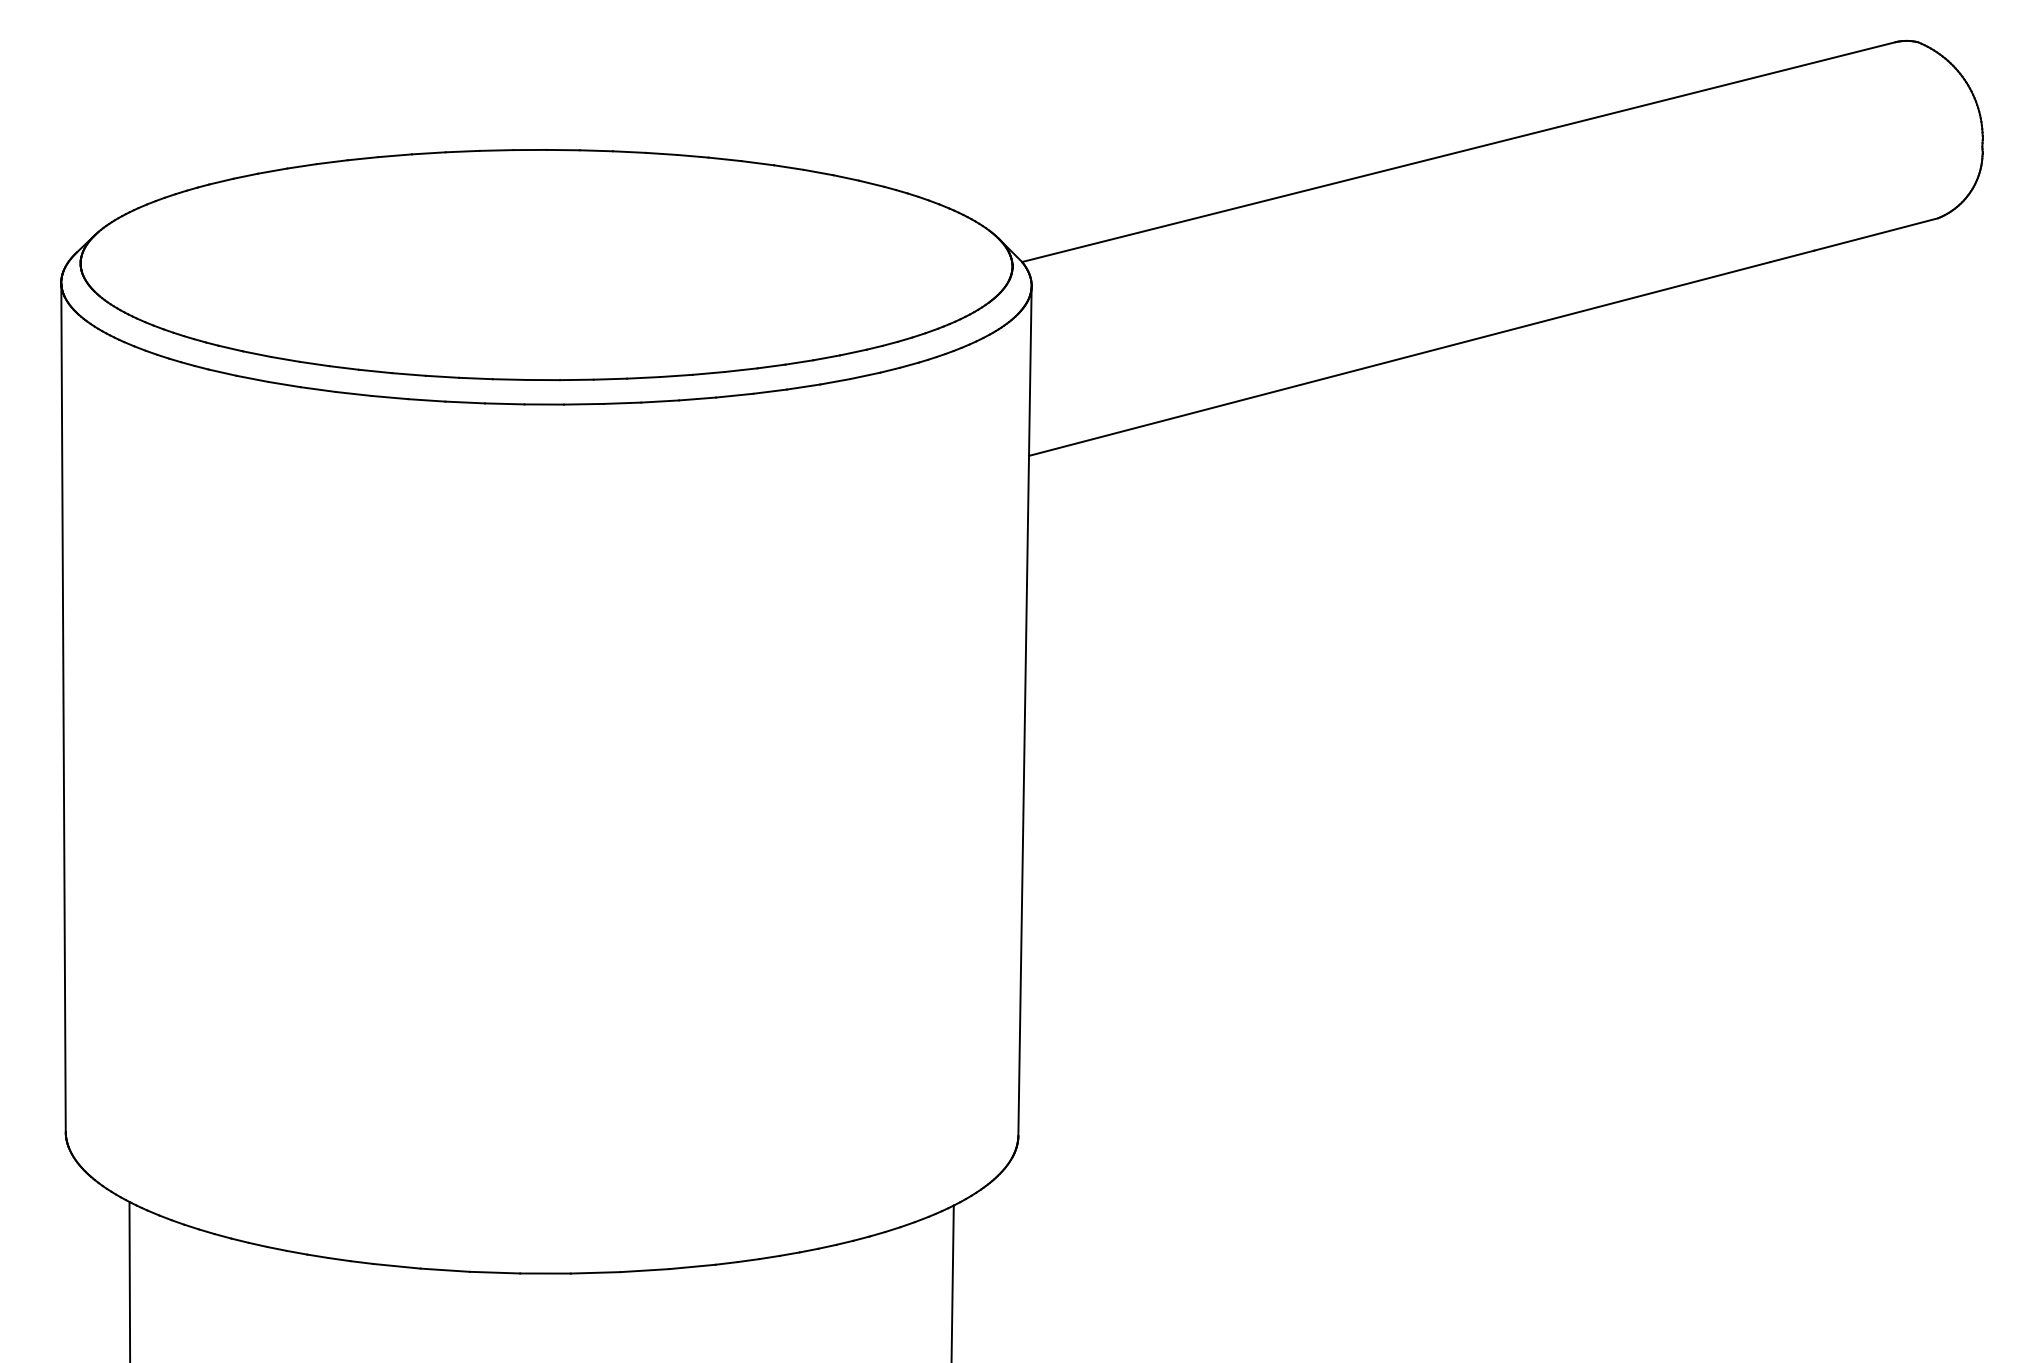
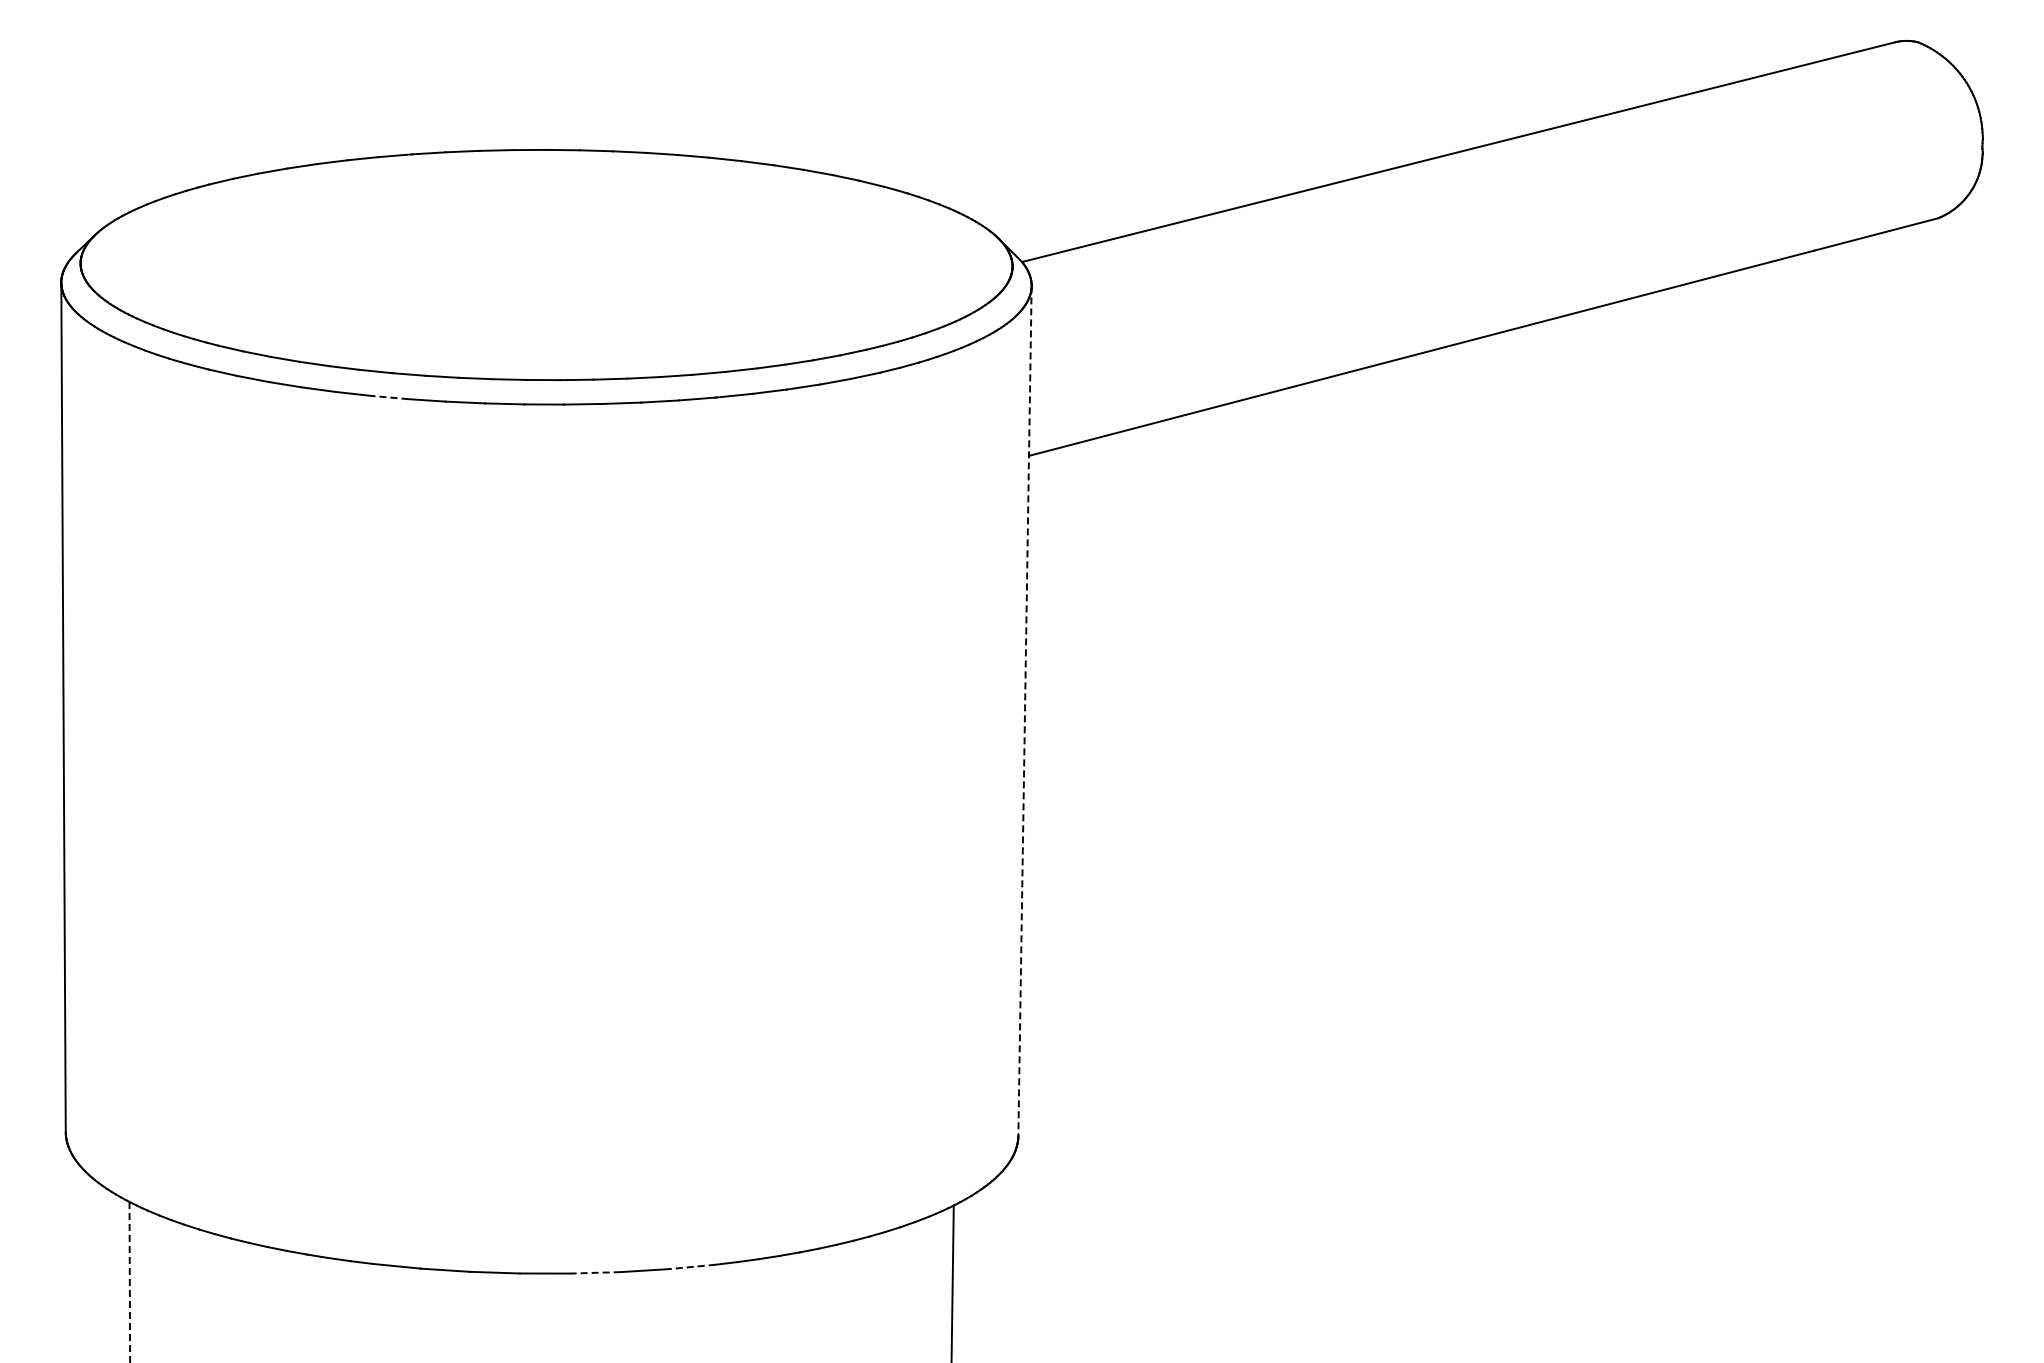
line at (389, 397): solid -> dashed
line at (1025, 711): solid -> dashed
line at (691, 1266): solid -> dashed
line at (595, 1272): solid -> dashed
line at (129, 1282): solid -> dashed
